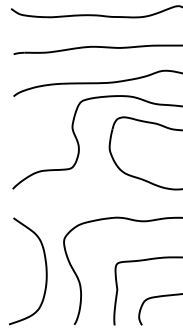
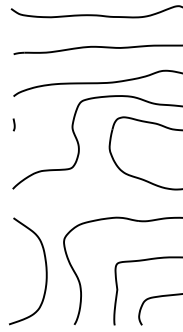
curve at (13, 124): none -> present
